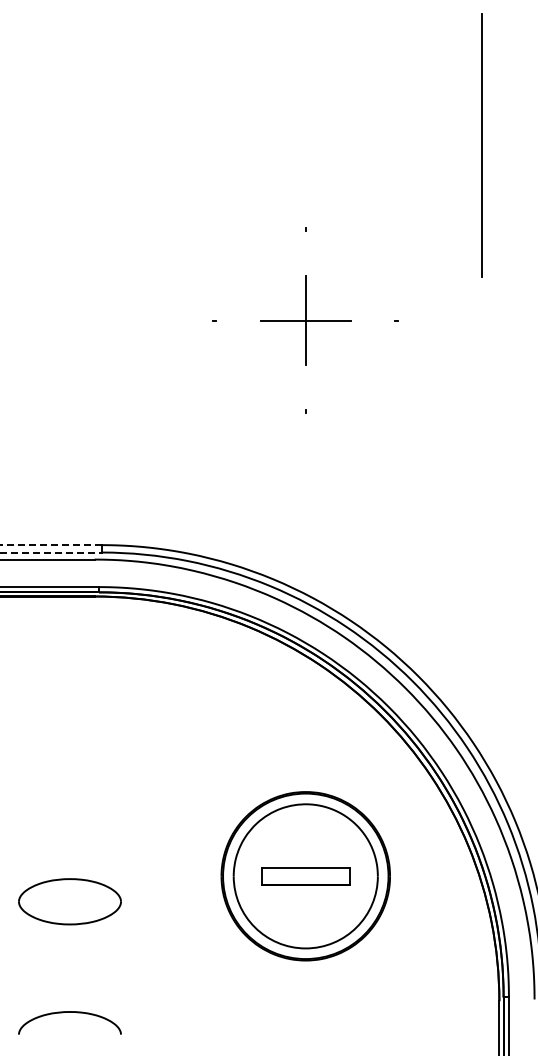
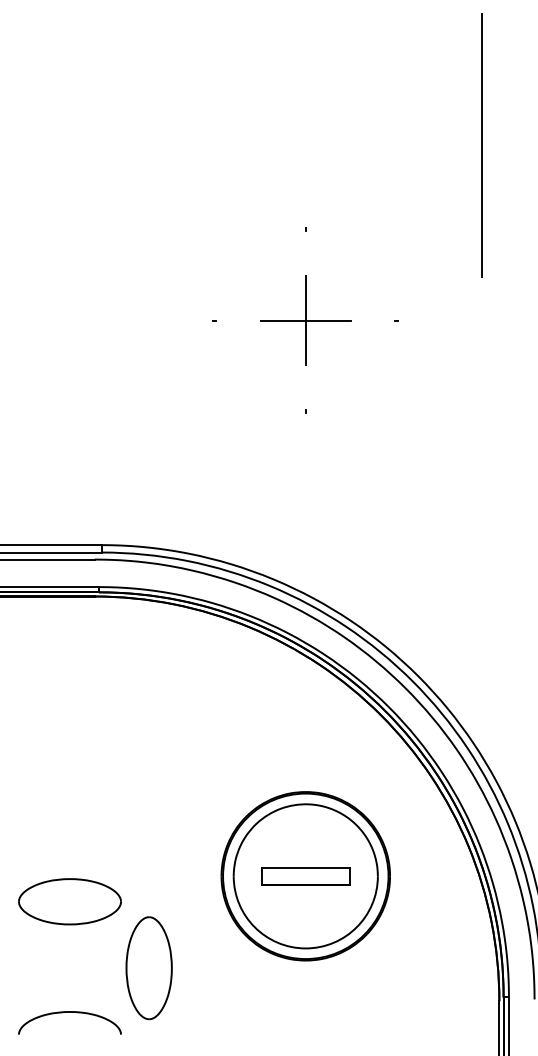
line at (50, 545): dashed -> solid
line at (51, 552): dashed -> solid
part at (148, 968): none -> present
